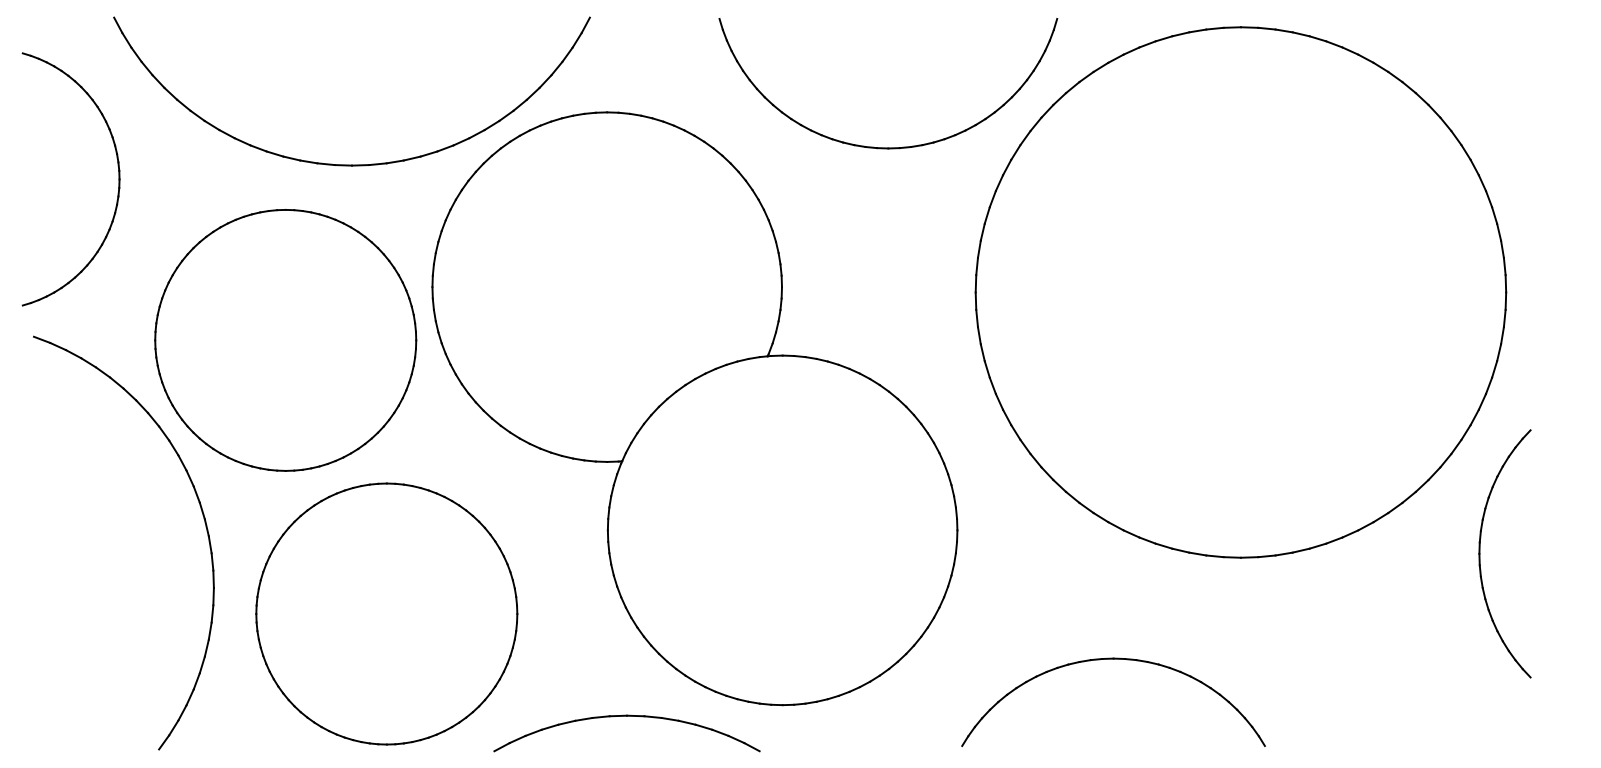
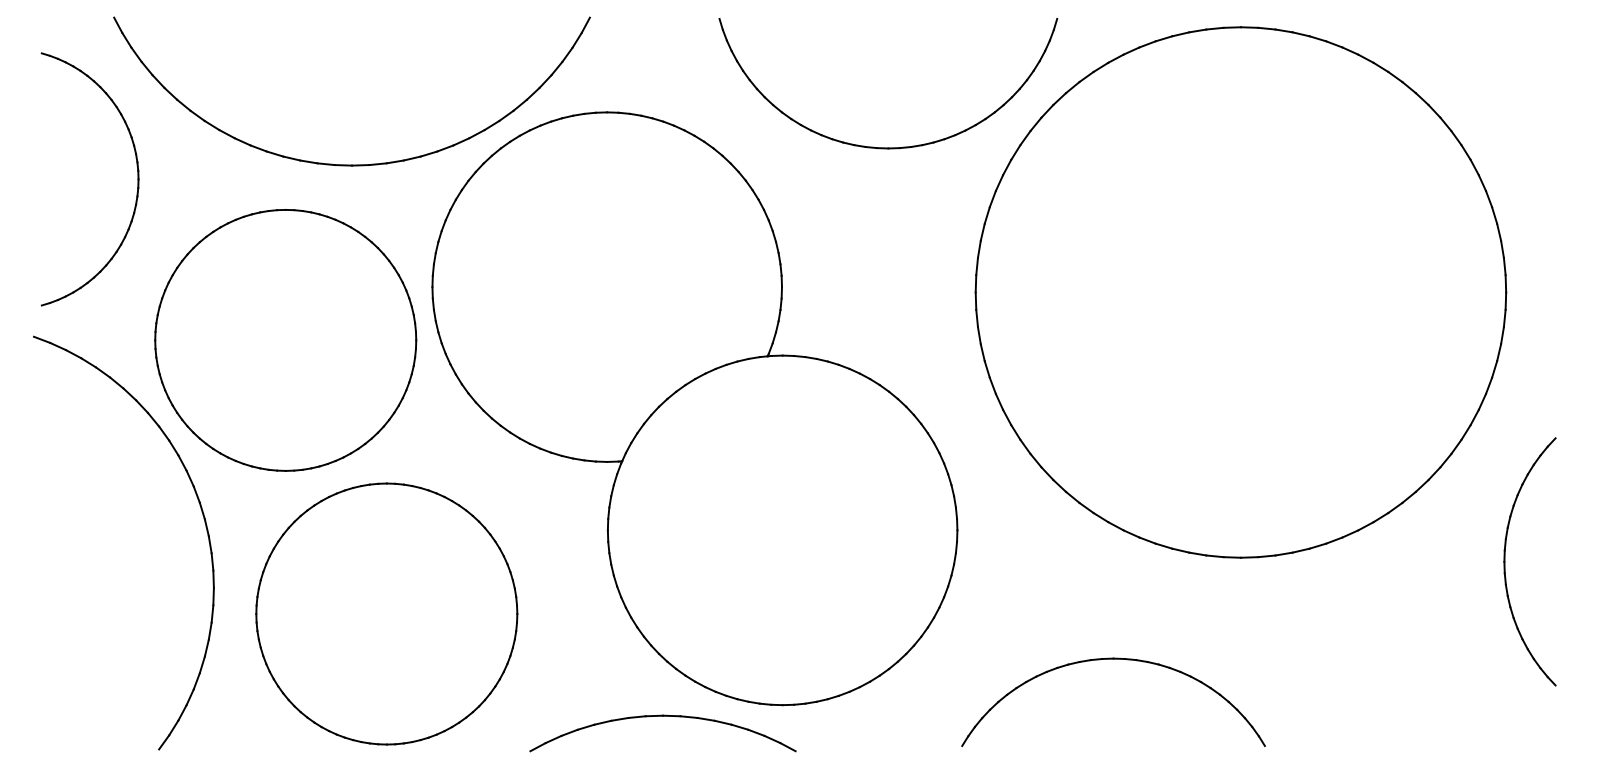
part at (118, 179) position: (118, 179) -> (137, 179)
part at (1480, 553) position: (1480, 553) -> (1505, 561)
part at (626, 716) position: (626, 716) -> (662, 716)
